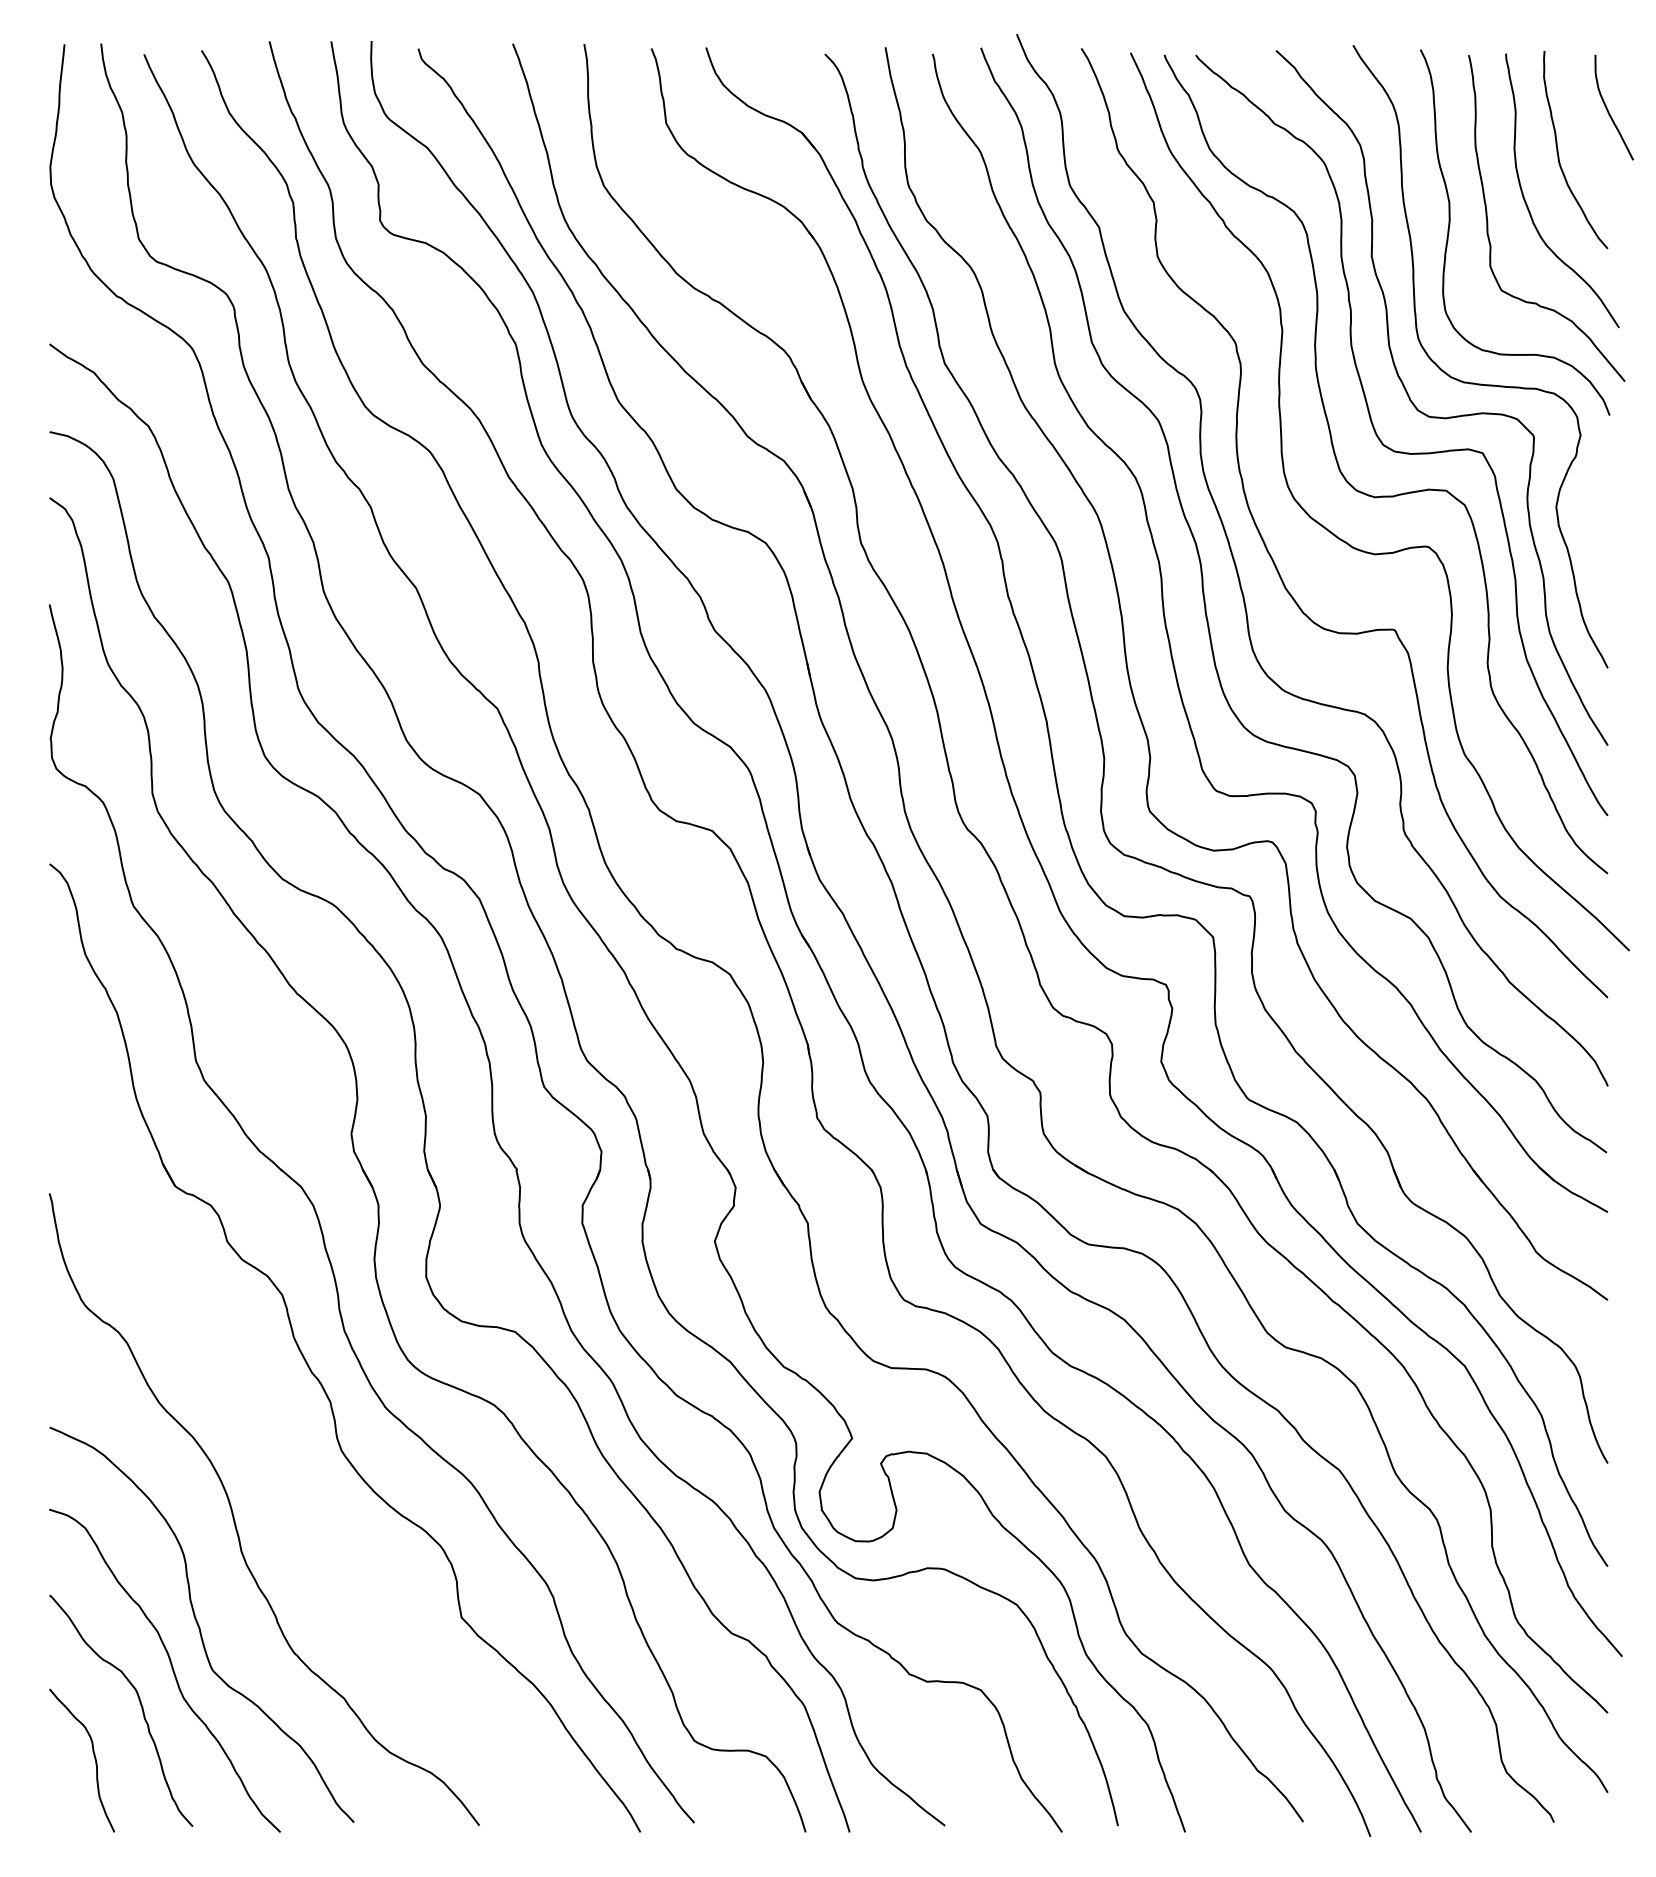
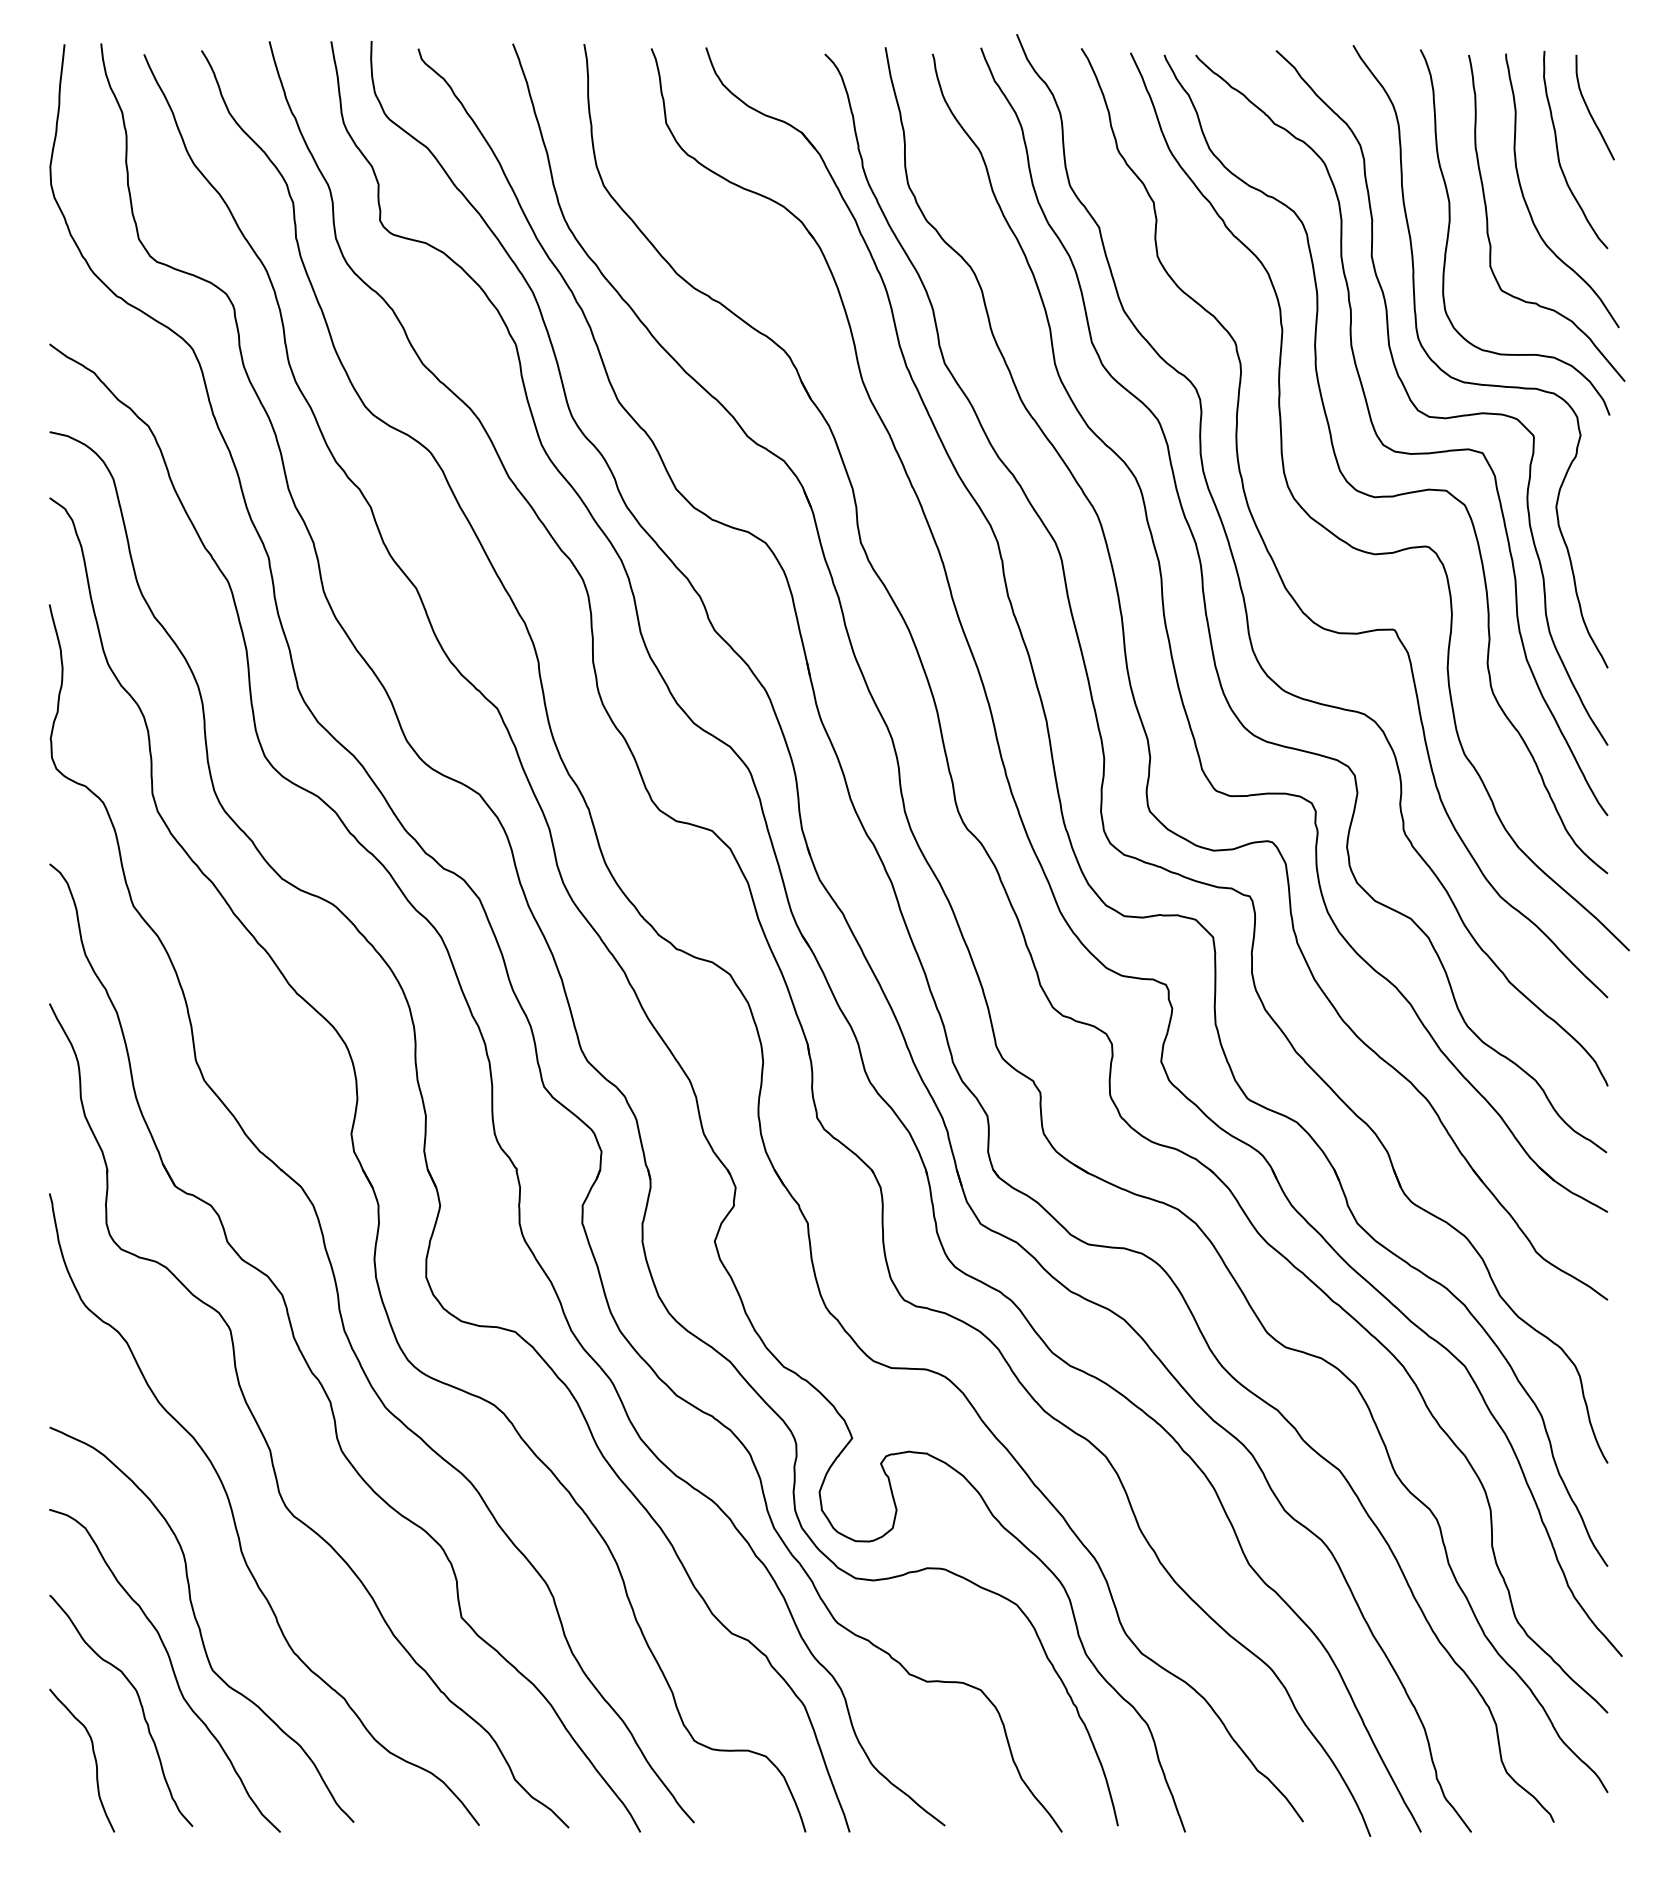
curve at (1608, 109) position: (1608, 109) -> (1589, 109)
part at (265, 1437): none -> present
